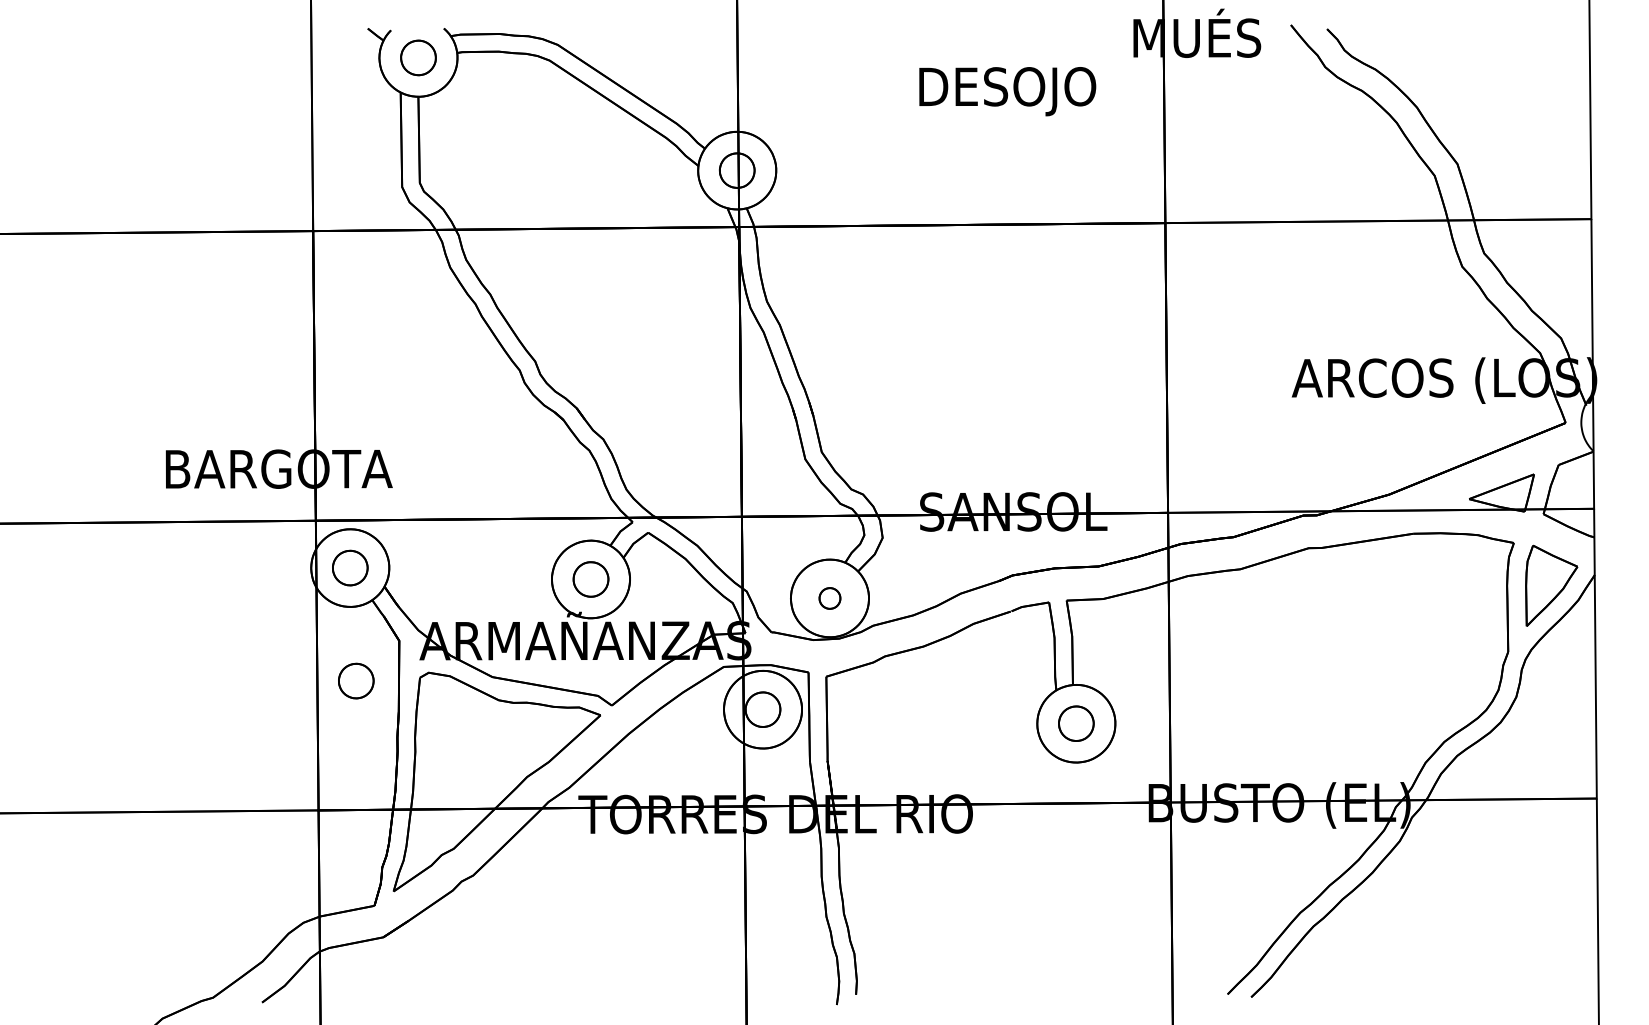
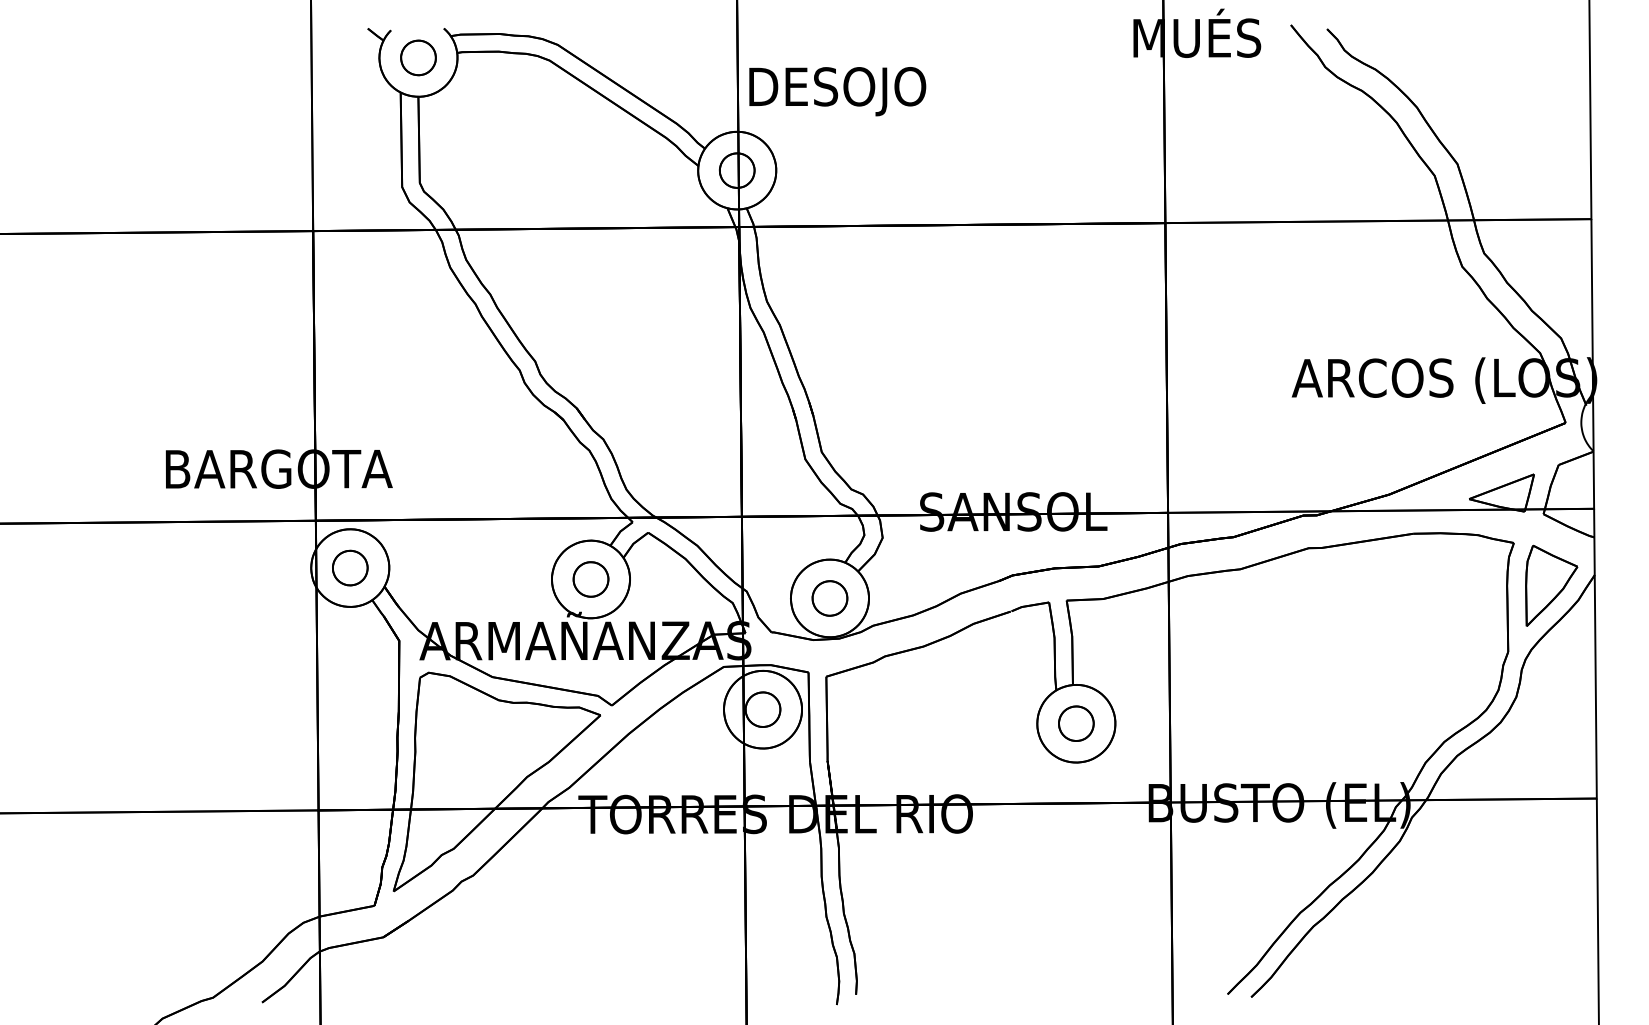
text at (1007, 91) position: (1007, 91) -> (837, 91)
part at (829, 598) size: 24x23 px -> 38x37 px
part at (356, 680): present -> none
